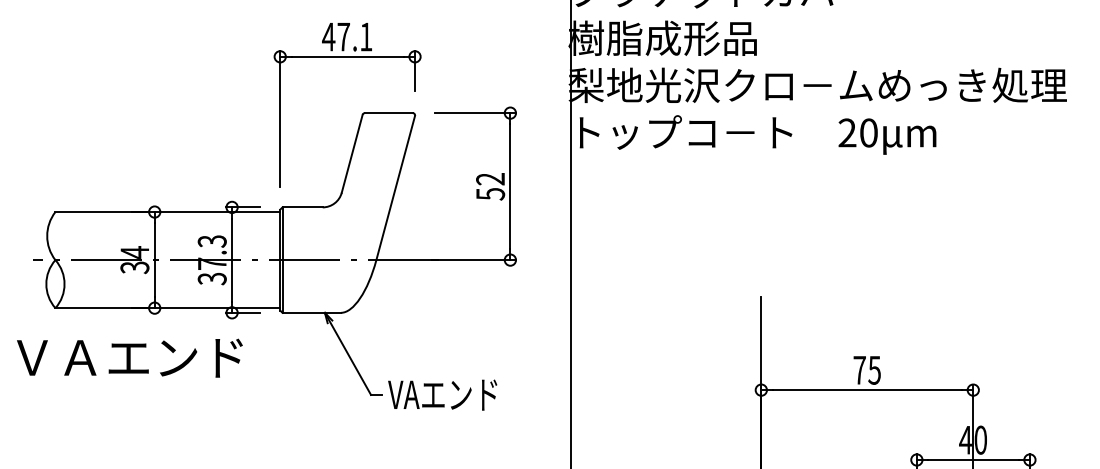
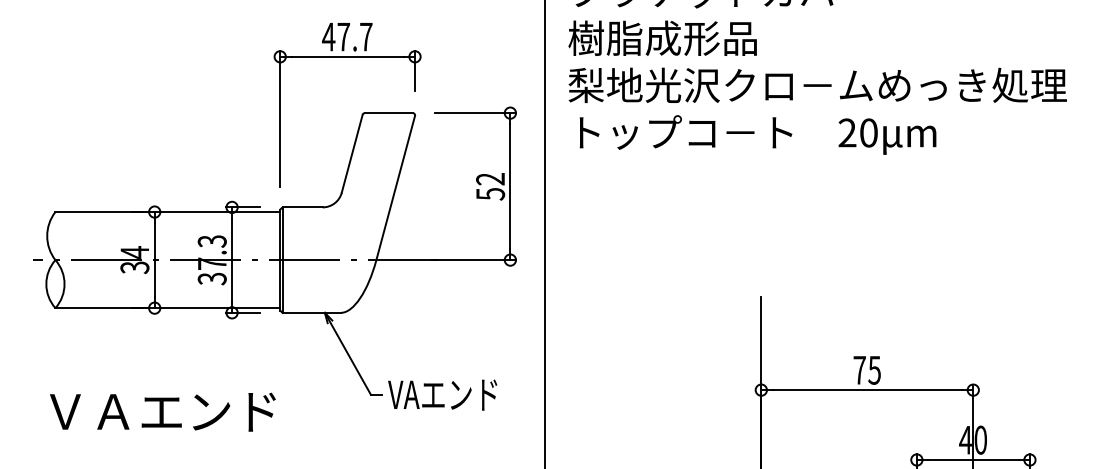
text at (366, 37): 47.1 -> 47.7
line at (570, 233) position: (570, 233) -> (544, 233)
text at (129, 357) position: (129, 357) -> (162, 411)
